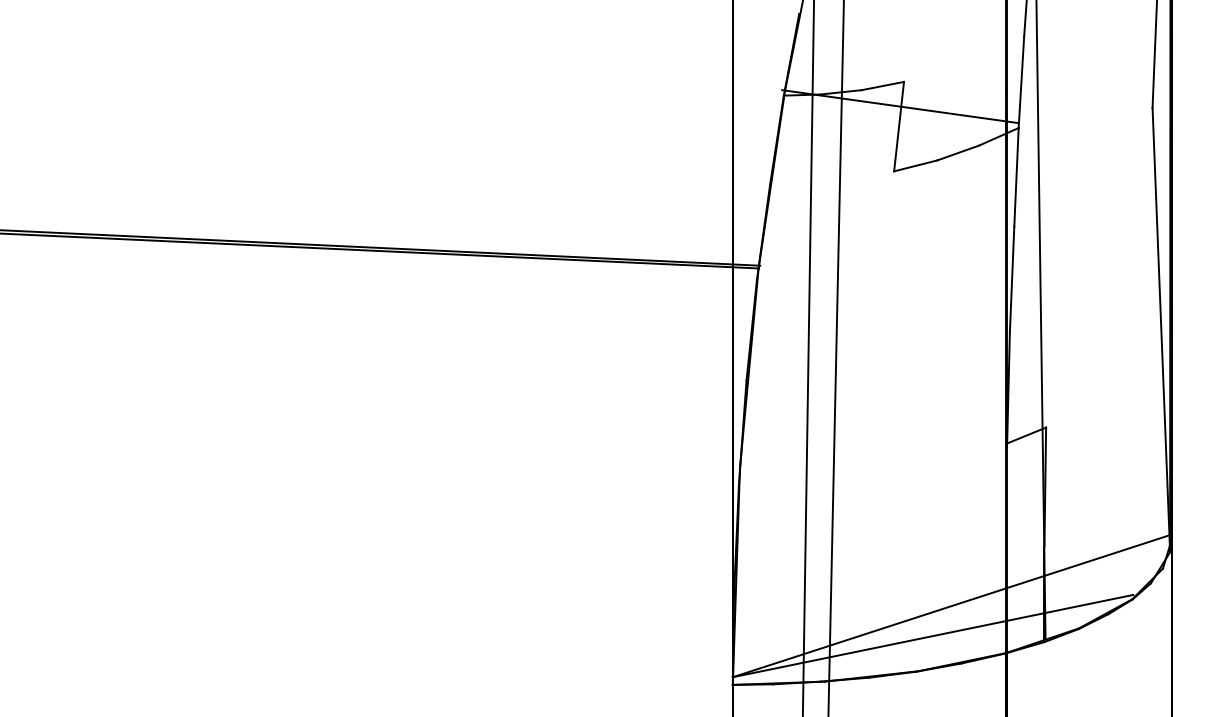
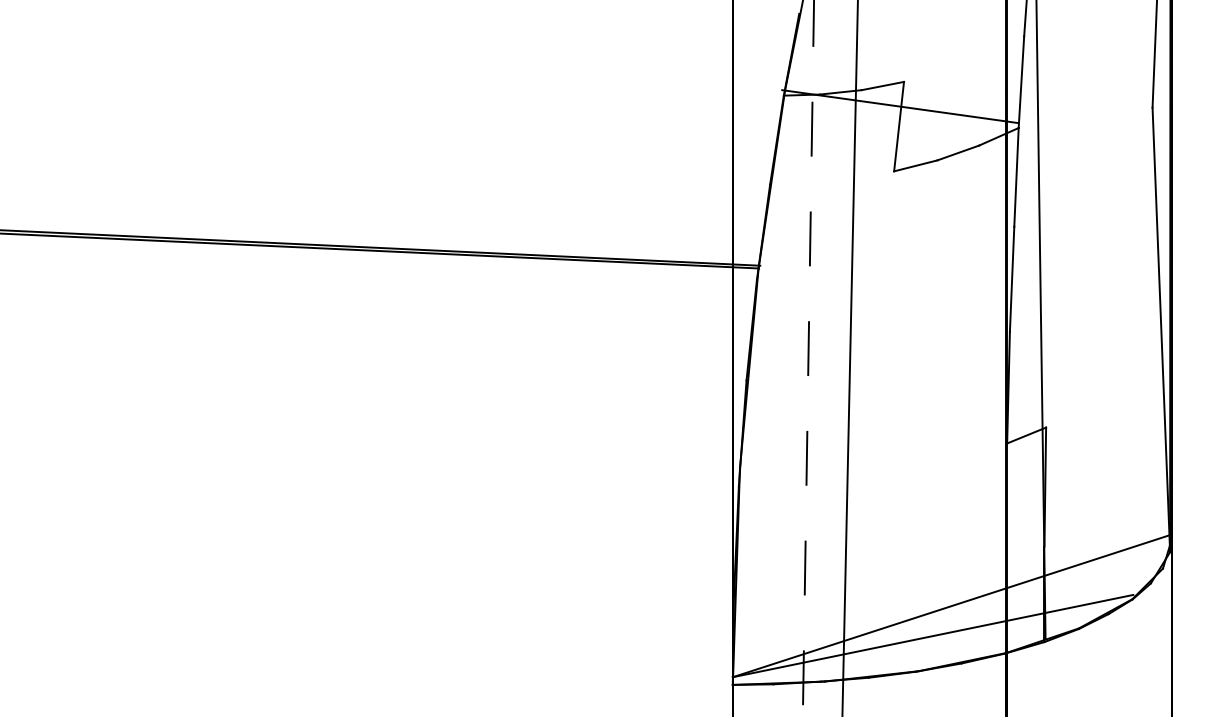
line at (808, 357): solid -> dashed
line at (835, 357) position: (835, 357) -> (849, 357)
